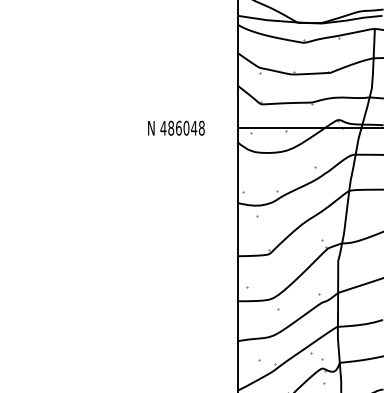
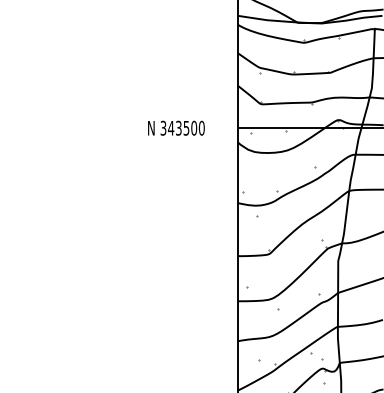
text at (182, 127): 486048 -> 343500
